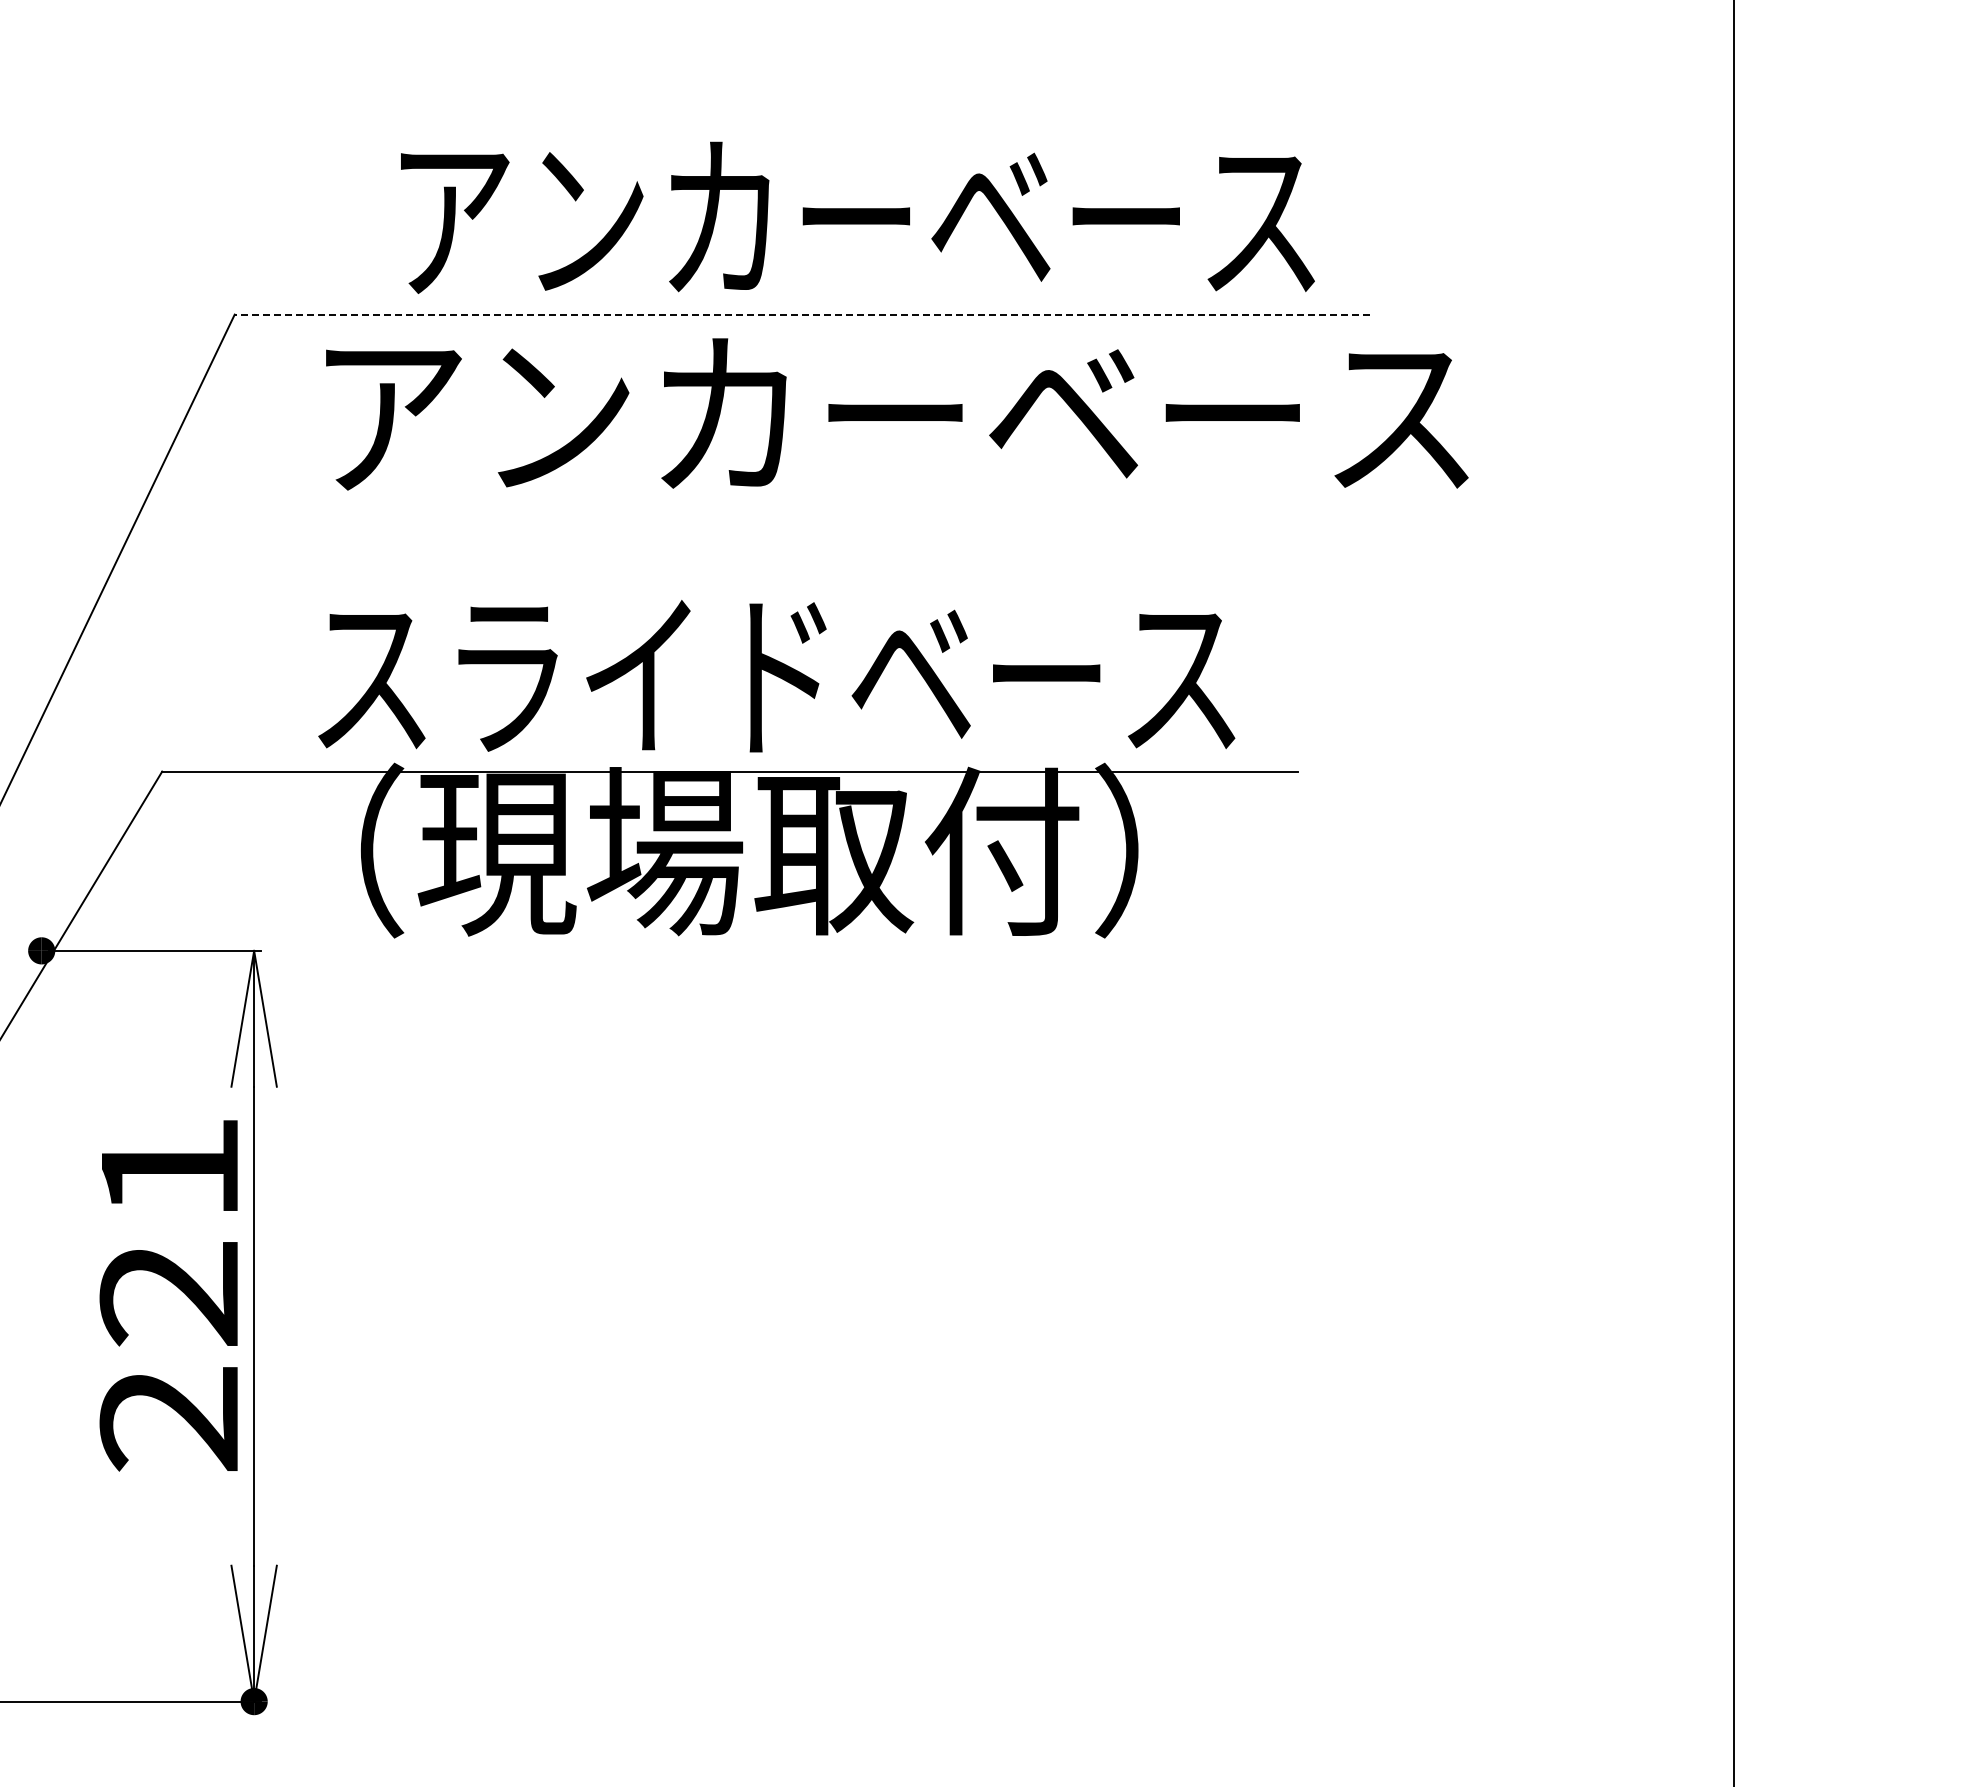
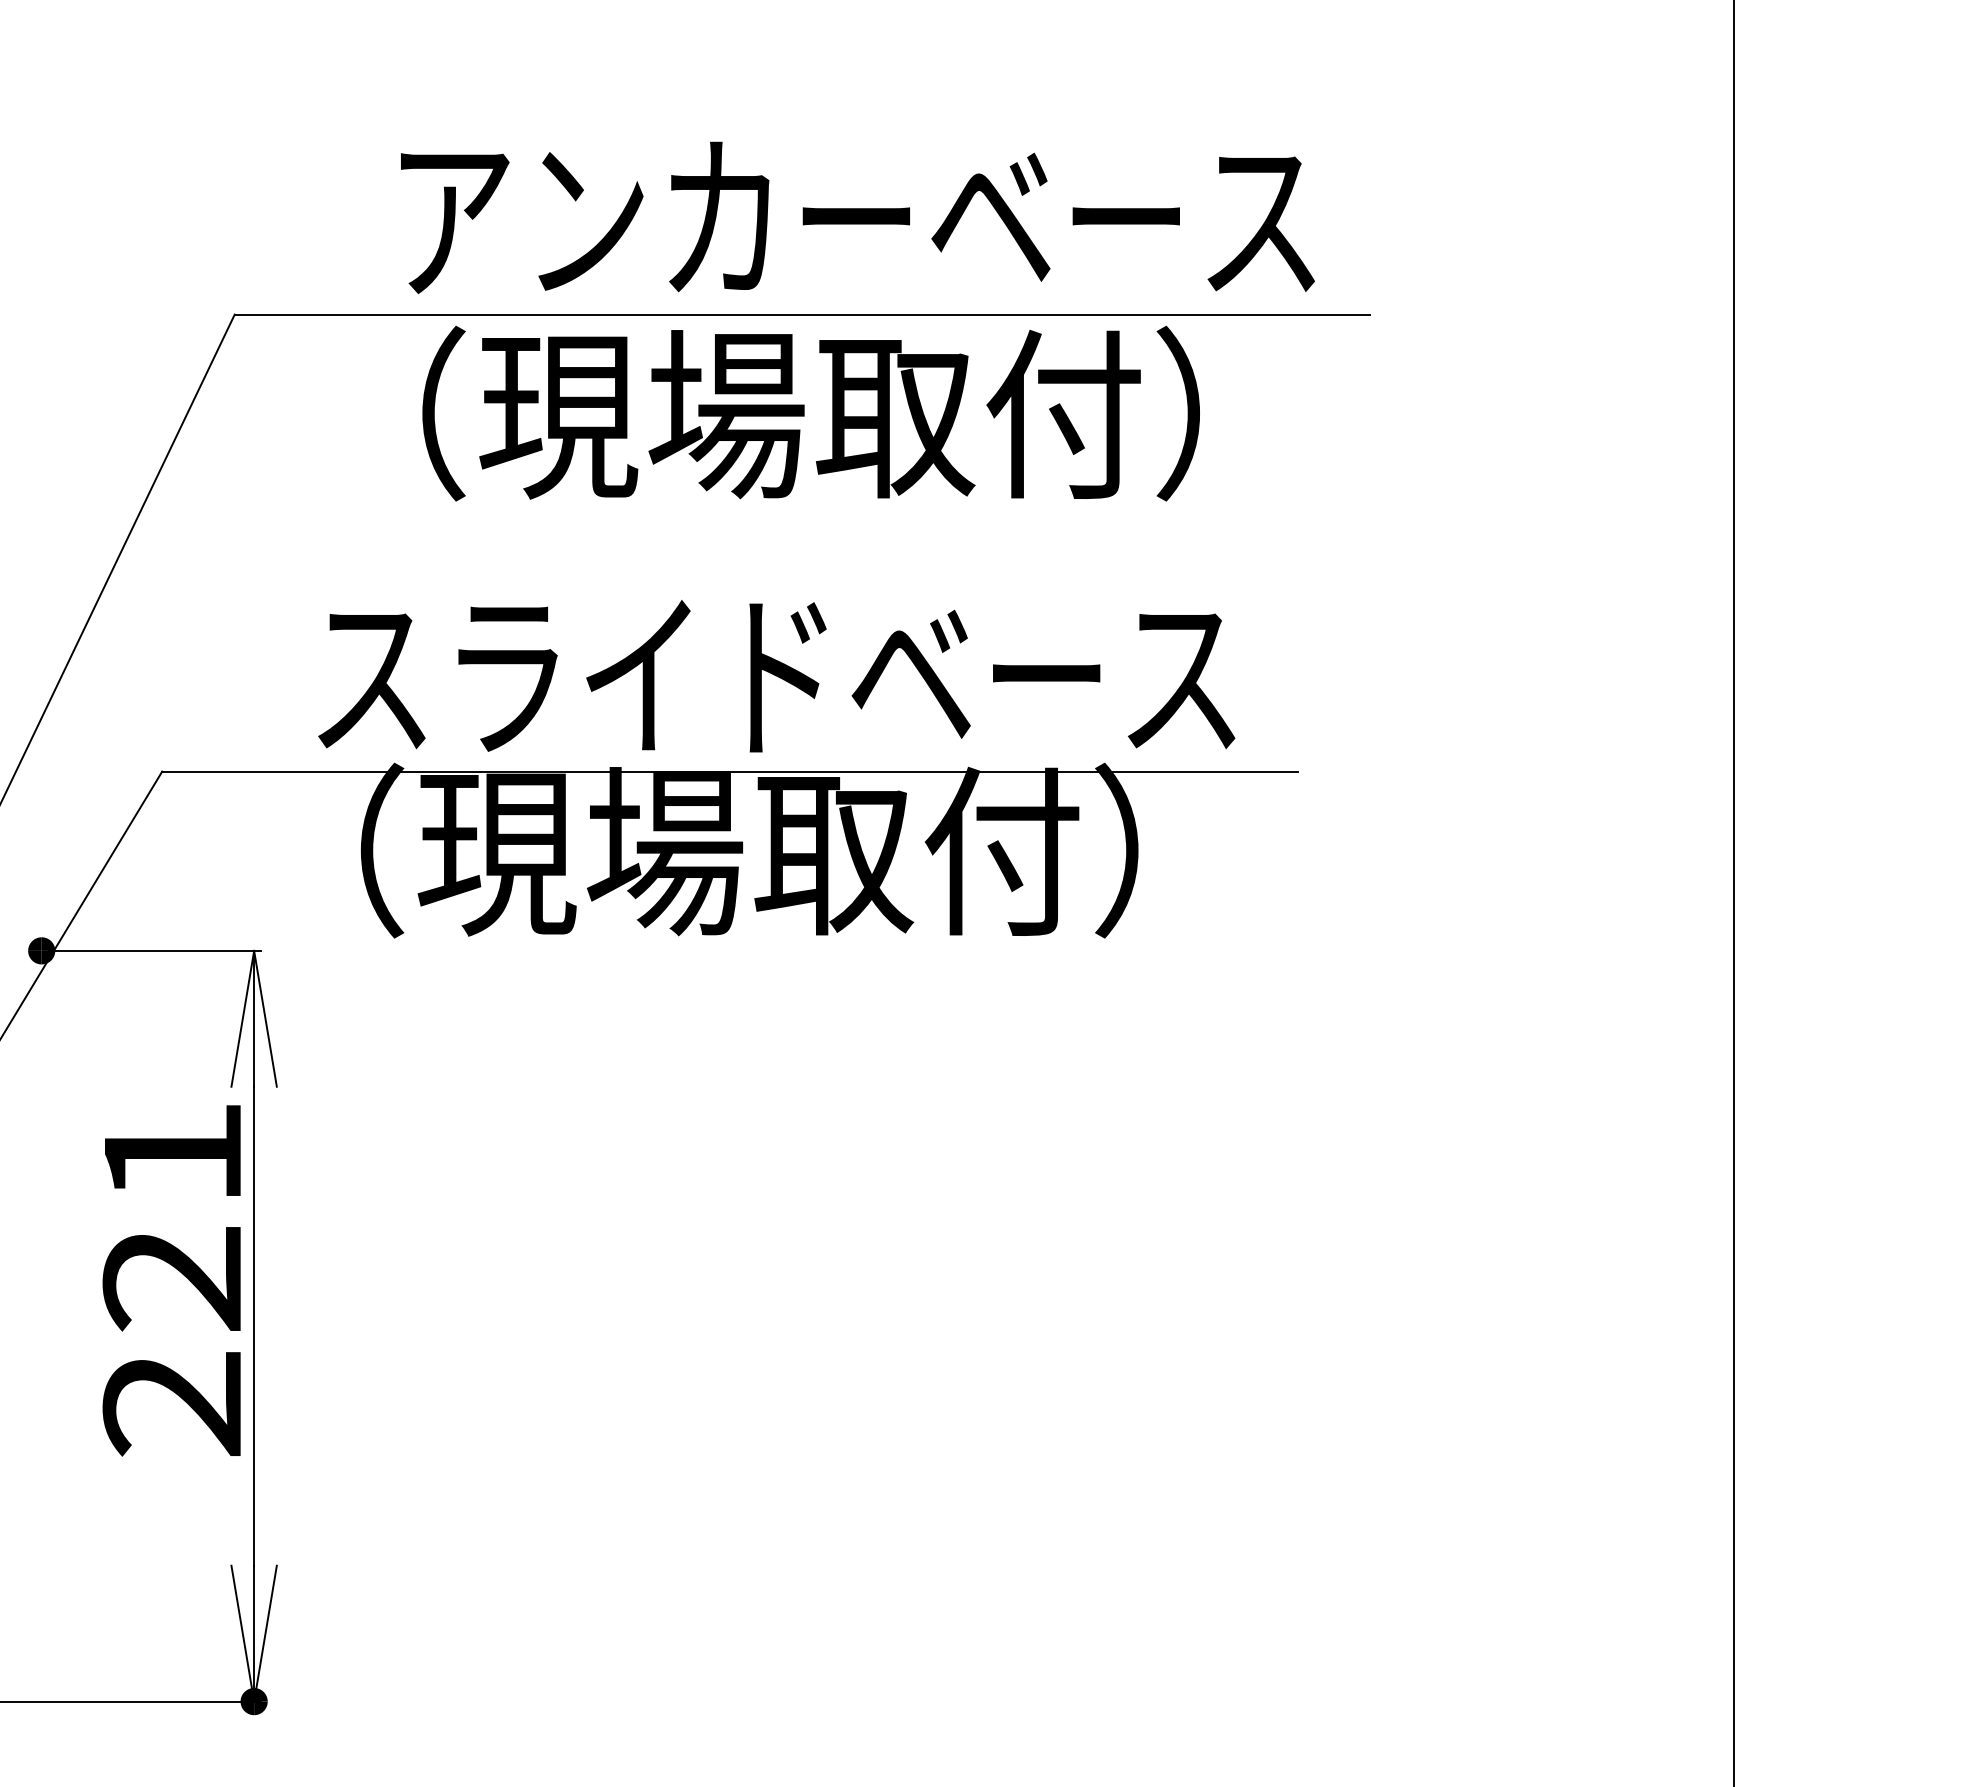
line at (802, 314): dashed -> solid
text at (897, 413): アンカーベース -> （現場取付）
text at (168, 1295) position: (168, 1295) -> (171, 1280)
